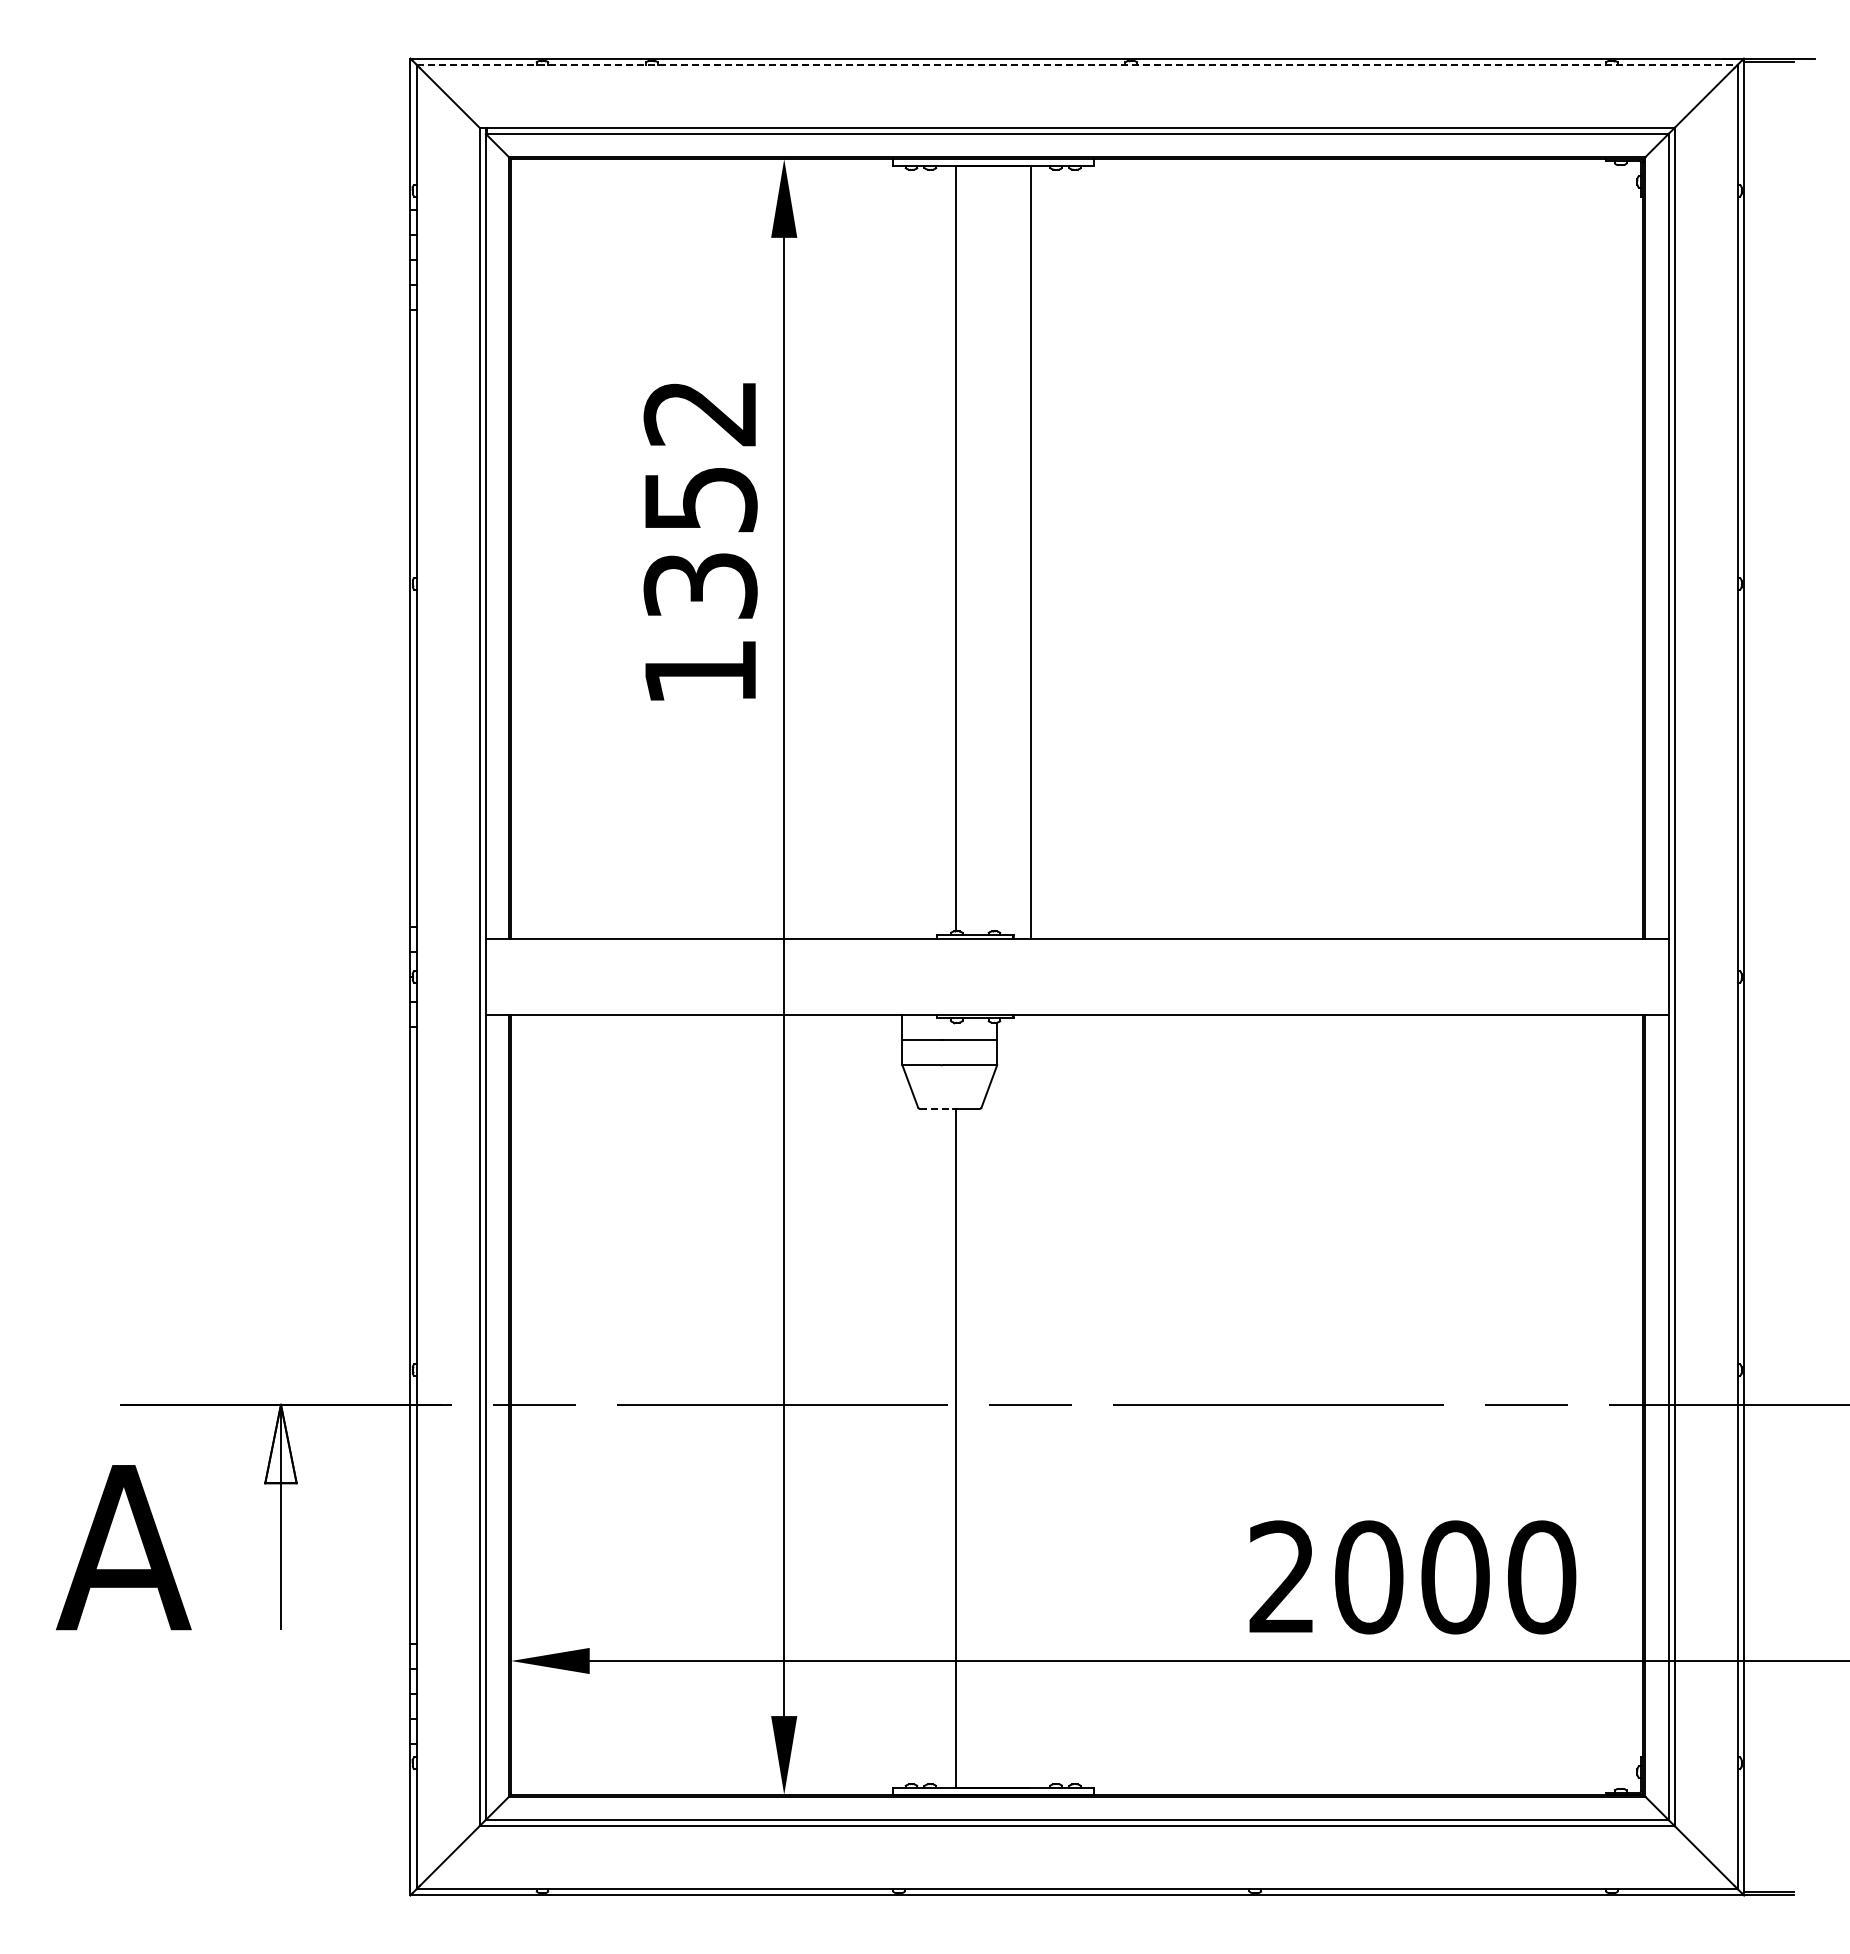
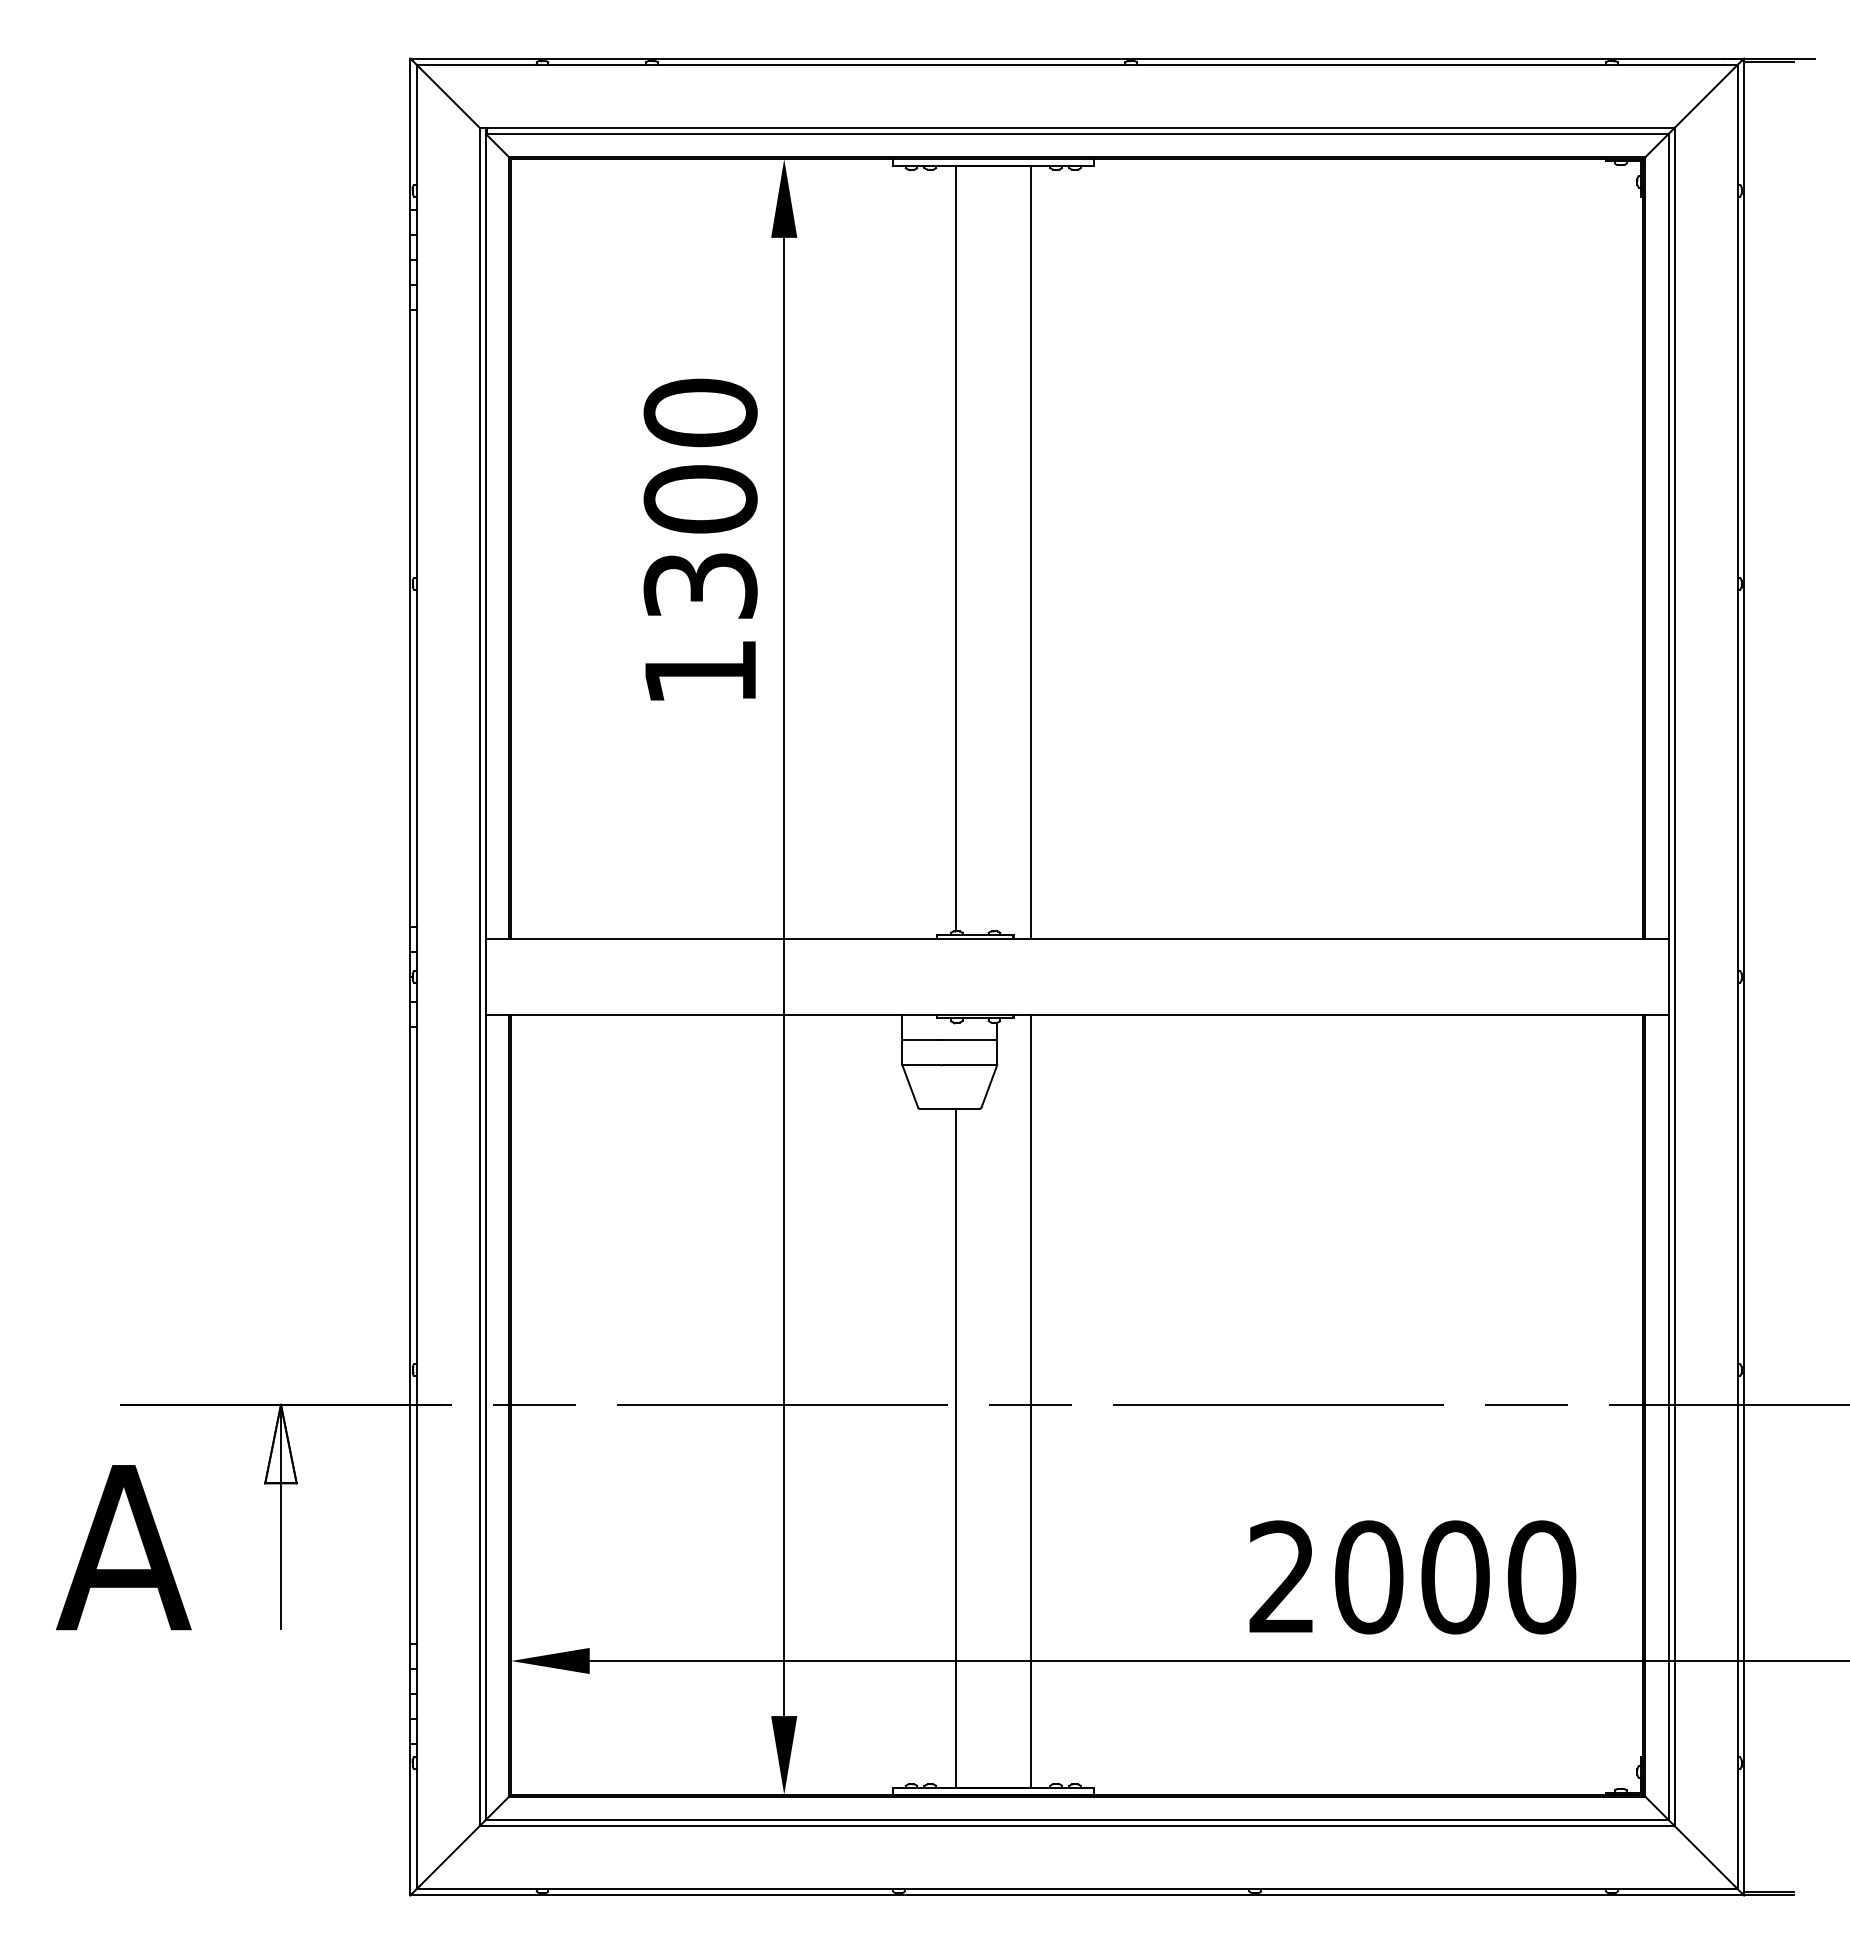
line at (1077, 64): dashed -> solid
text at (700, 455): 1352 -> 1300
line at (937, 1109): dashed -> solid
line at (1031, 1401): none -> present
